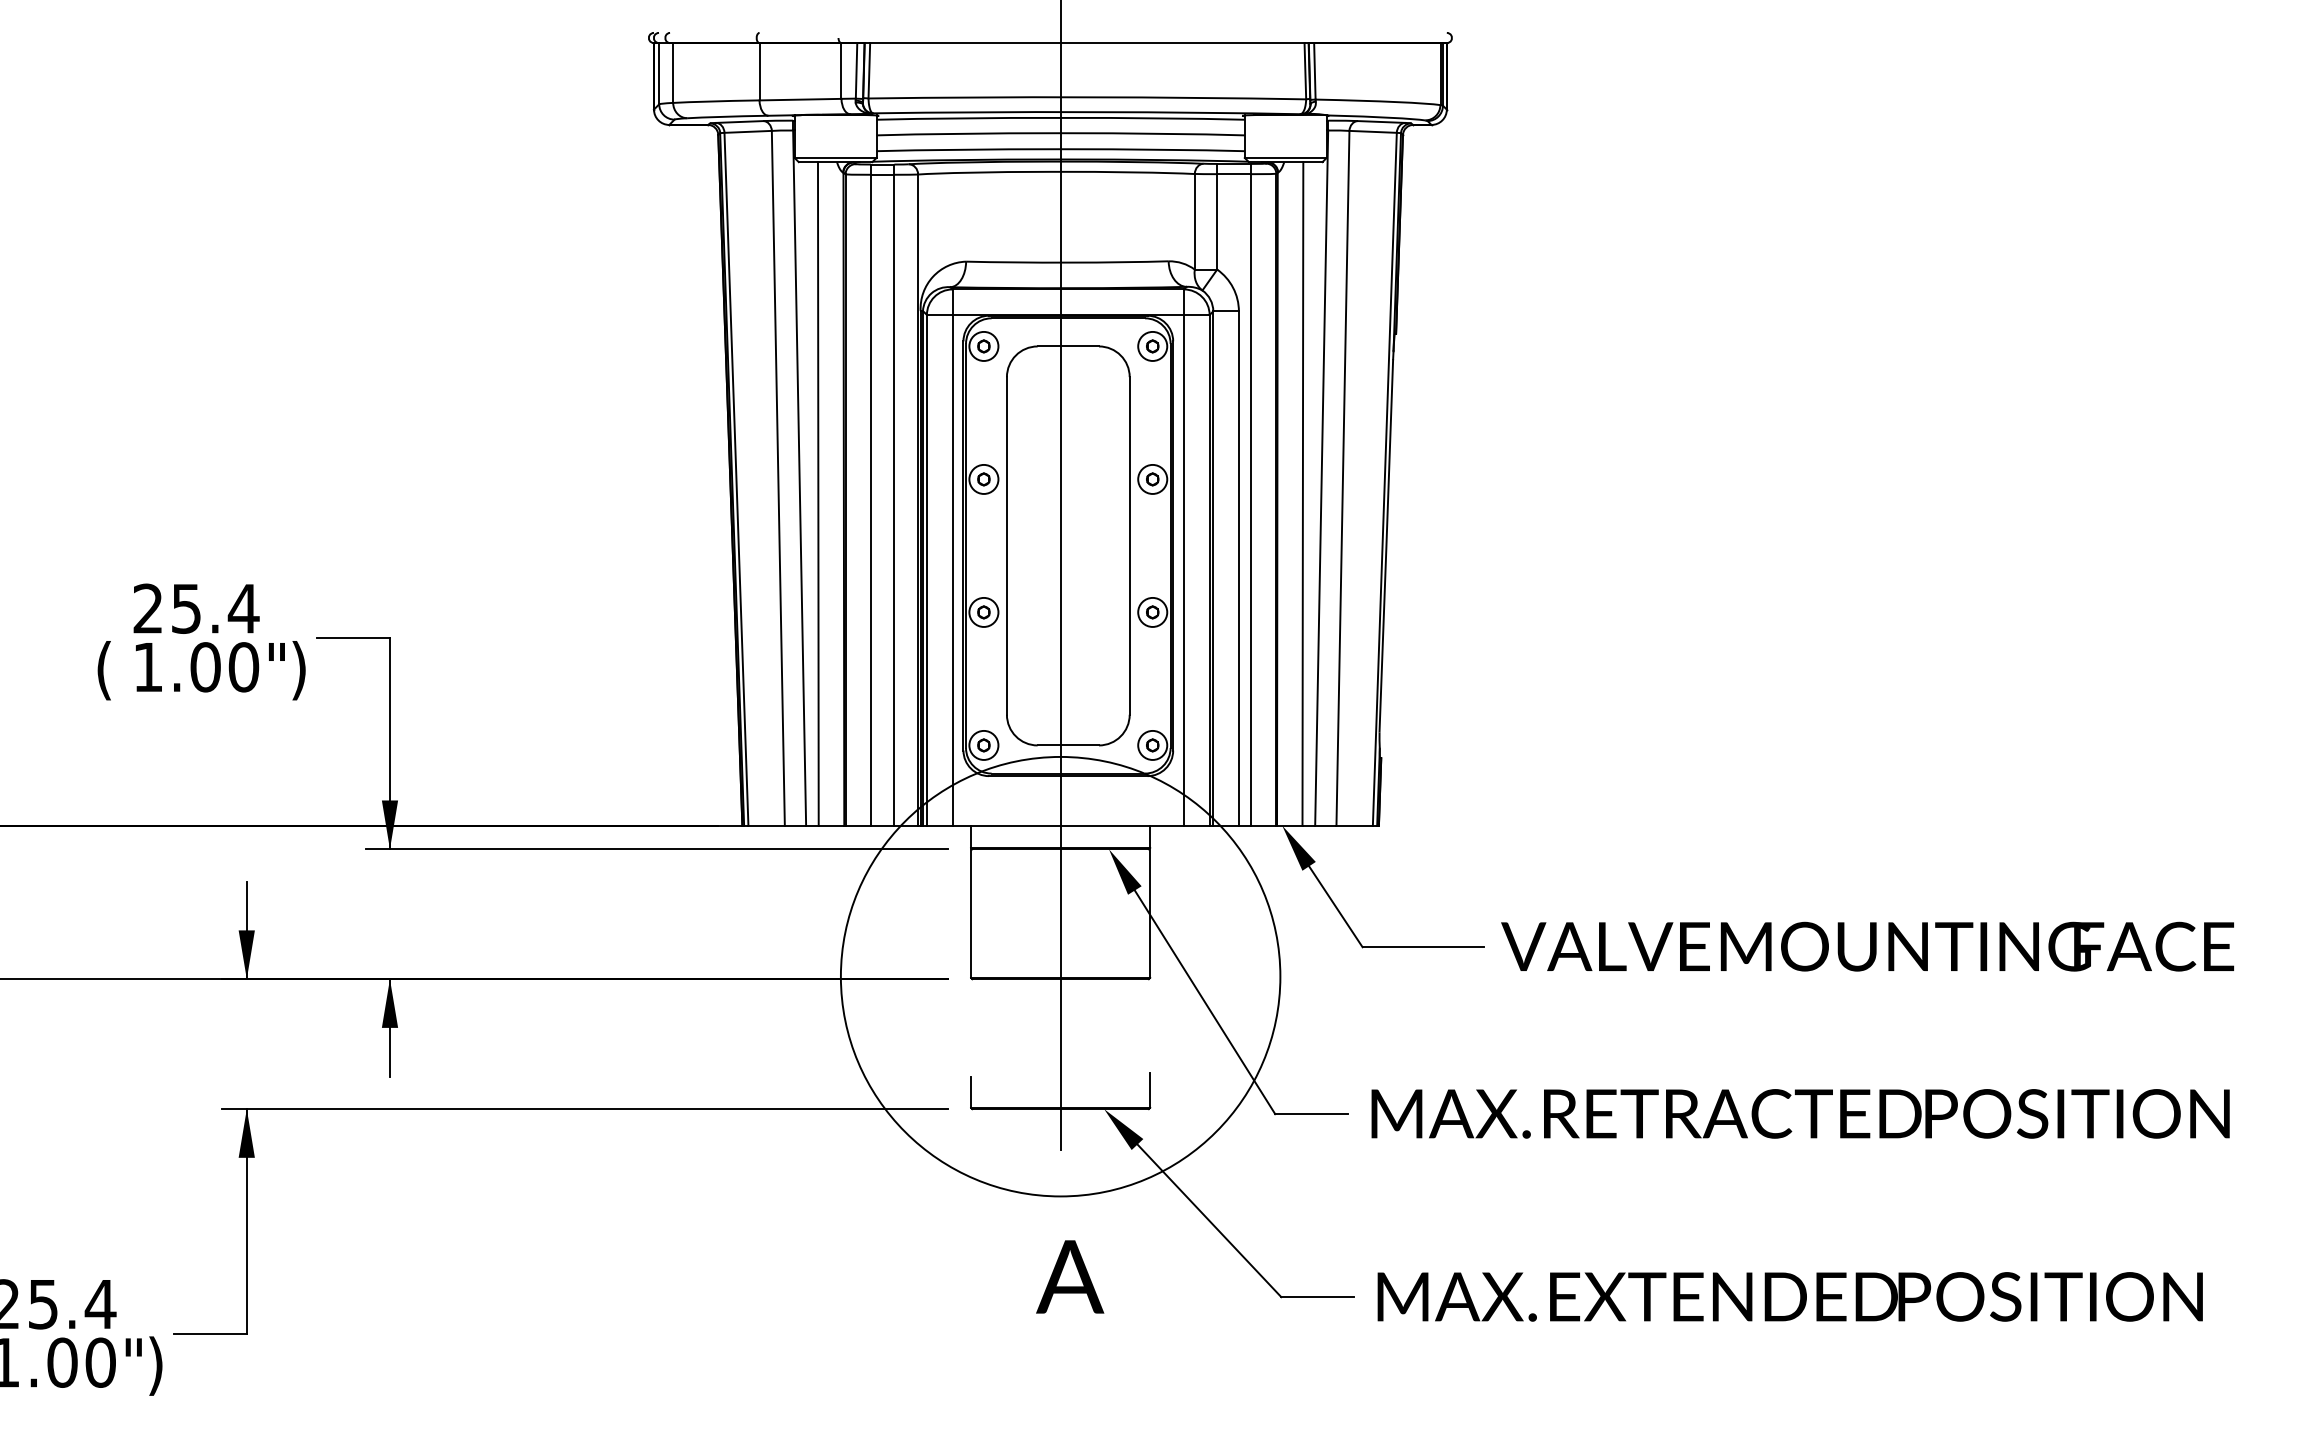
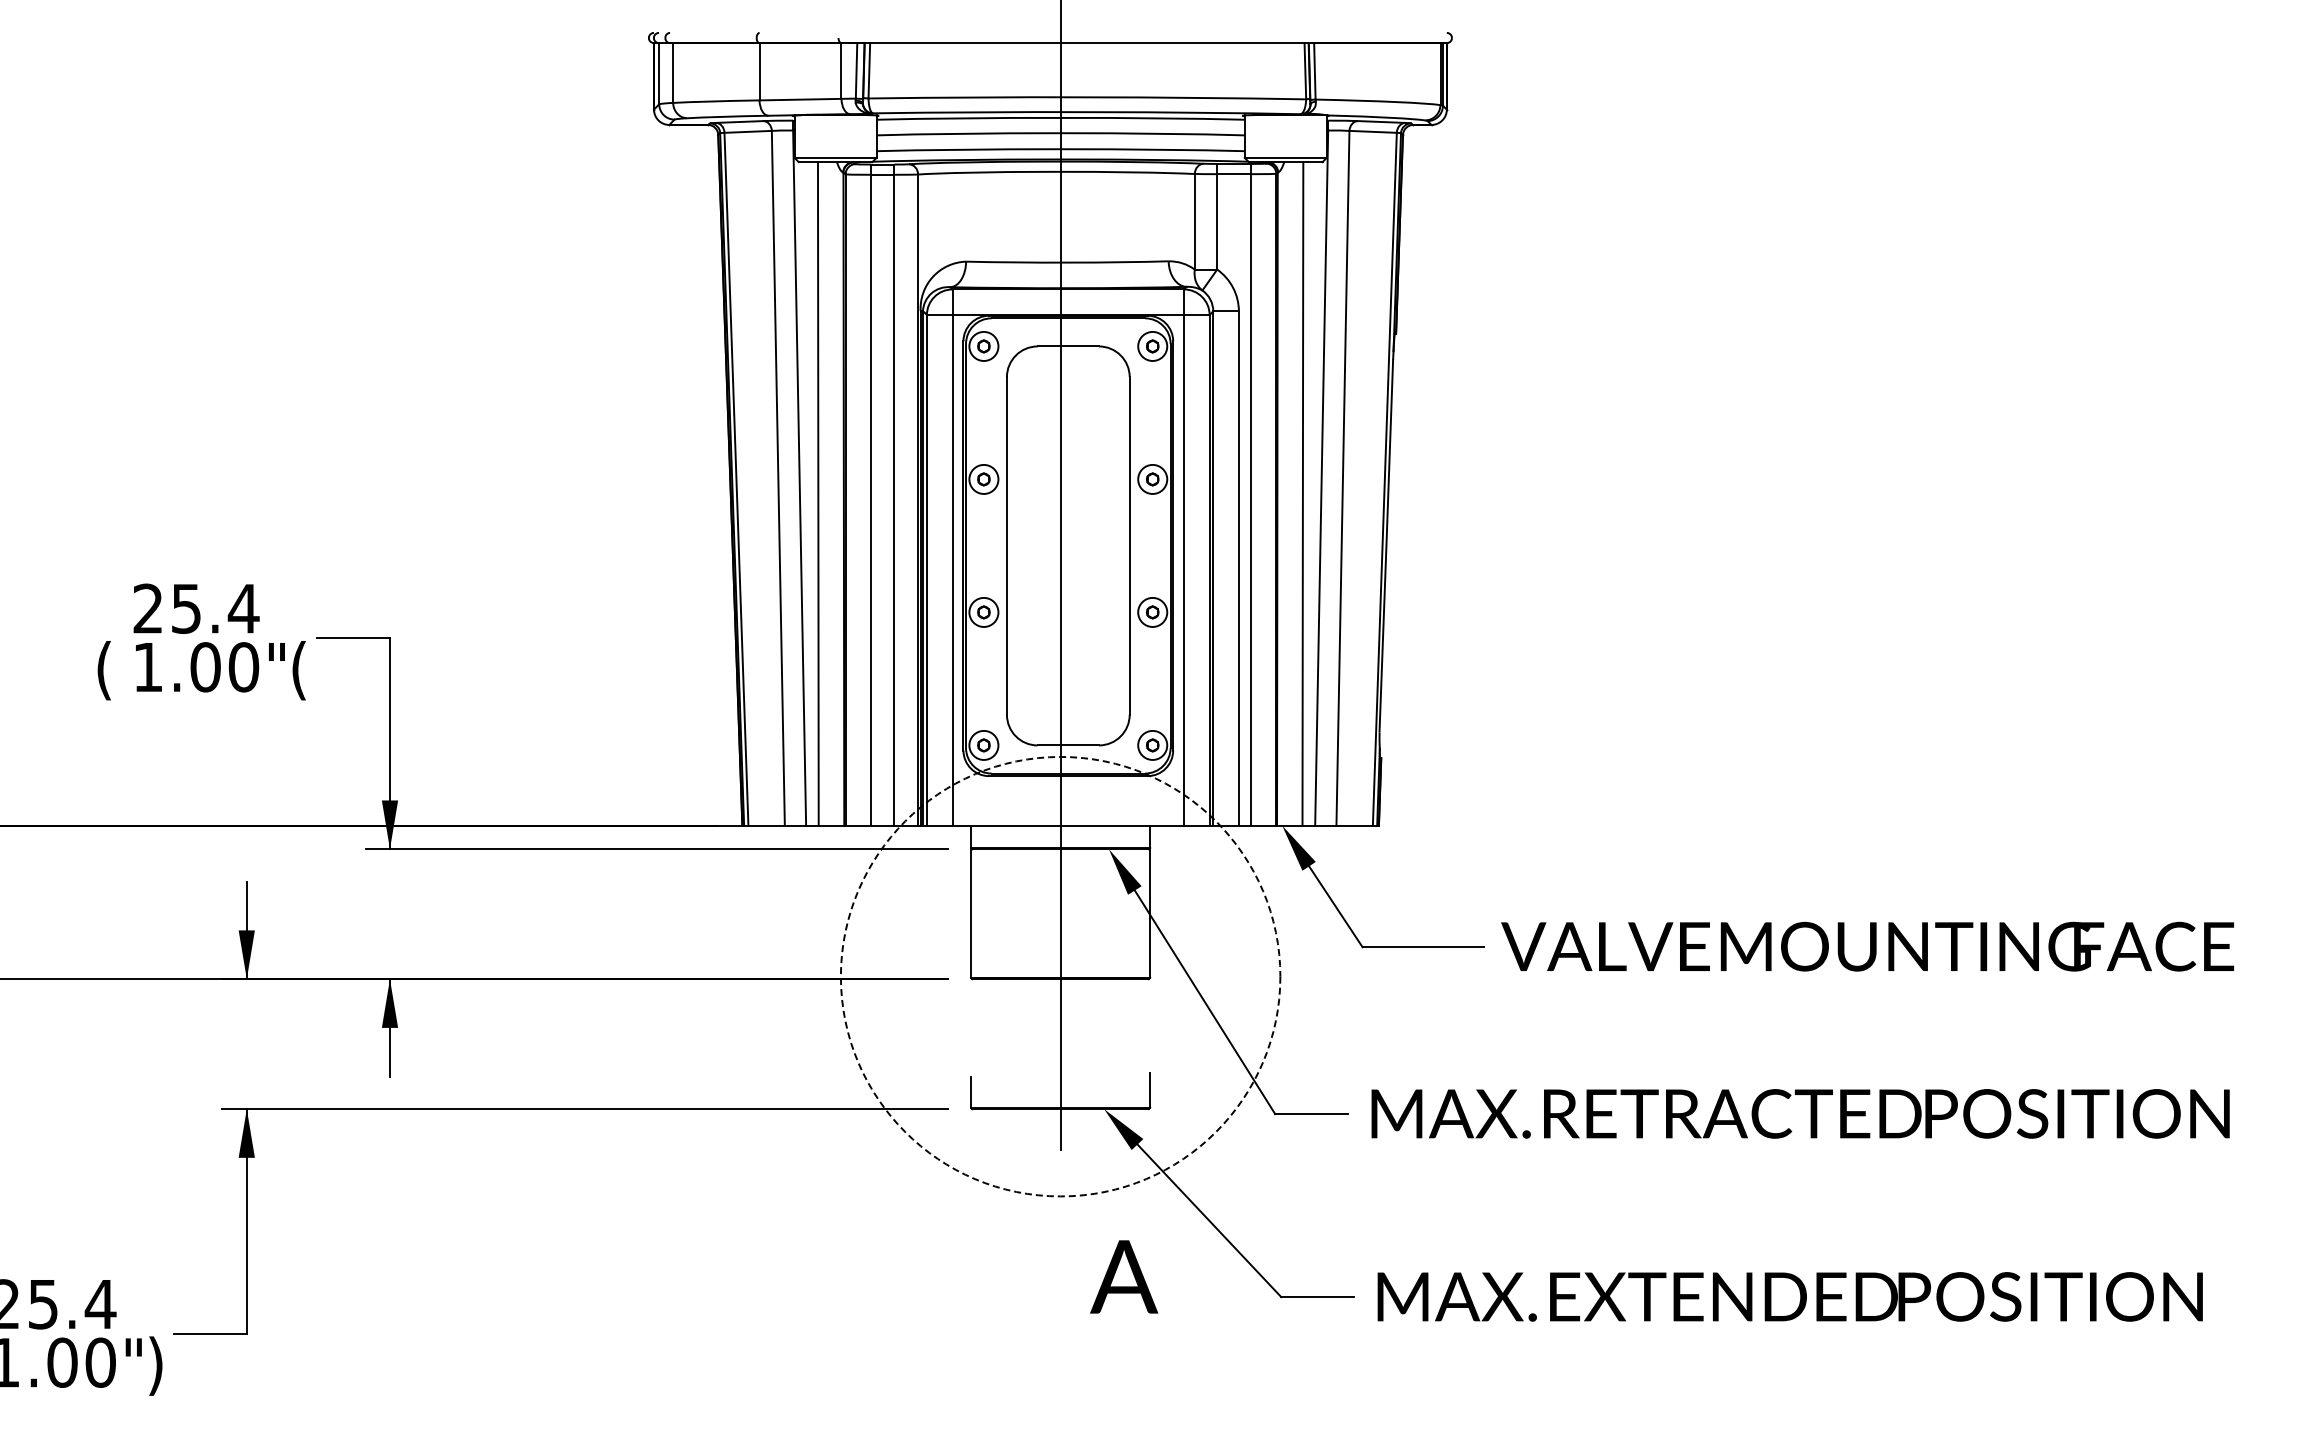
text at (298, 670): ) -> (
circle at (1060, 976): solid -> dashed
text at (1070, 1276) position: (1070, 1276) -> (1124, 1276)
